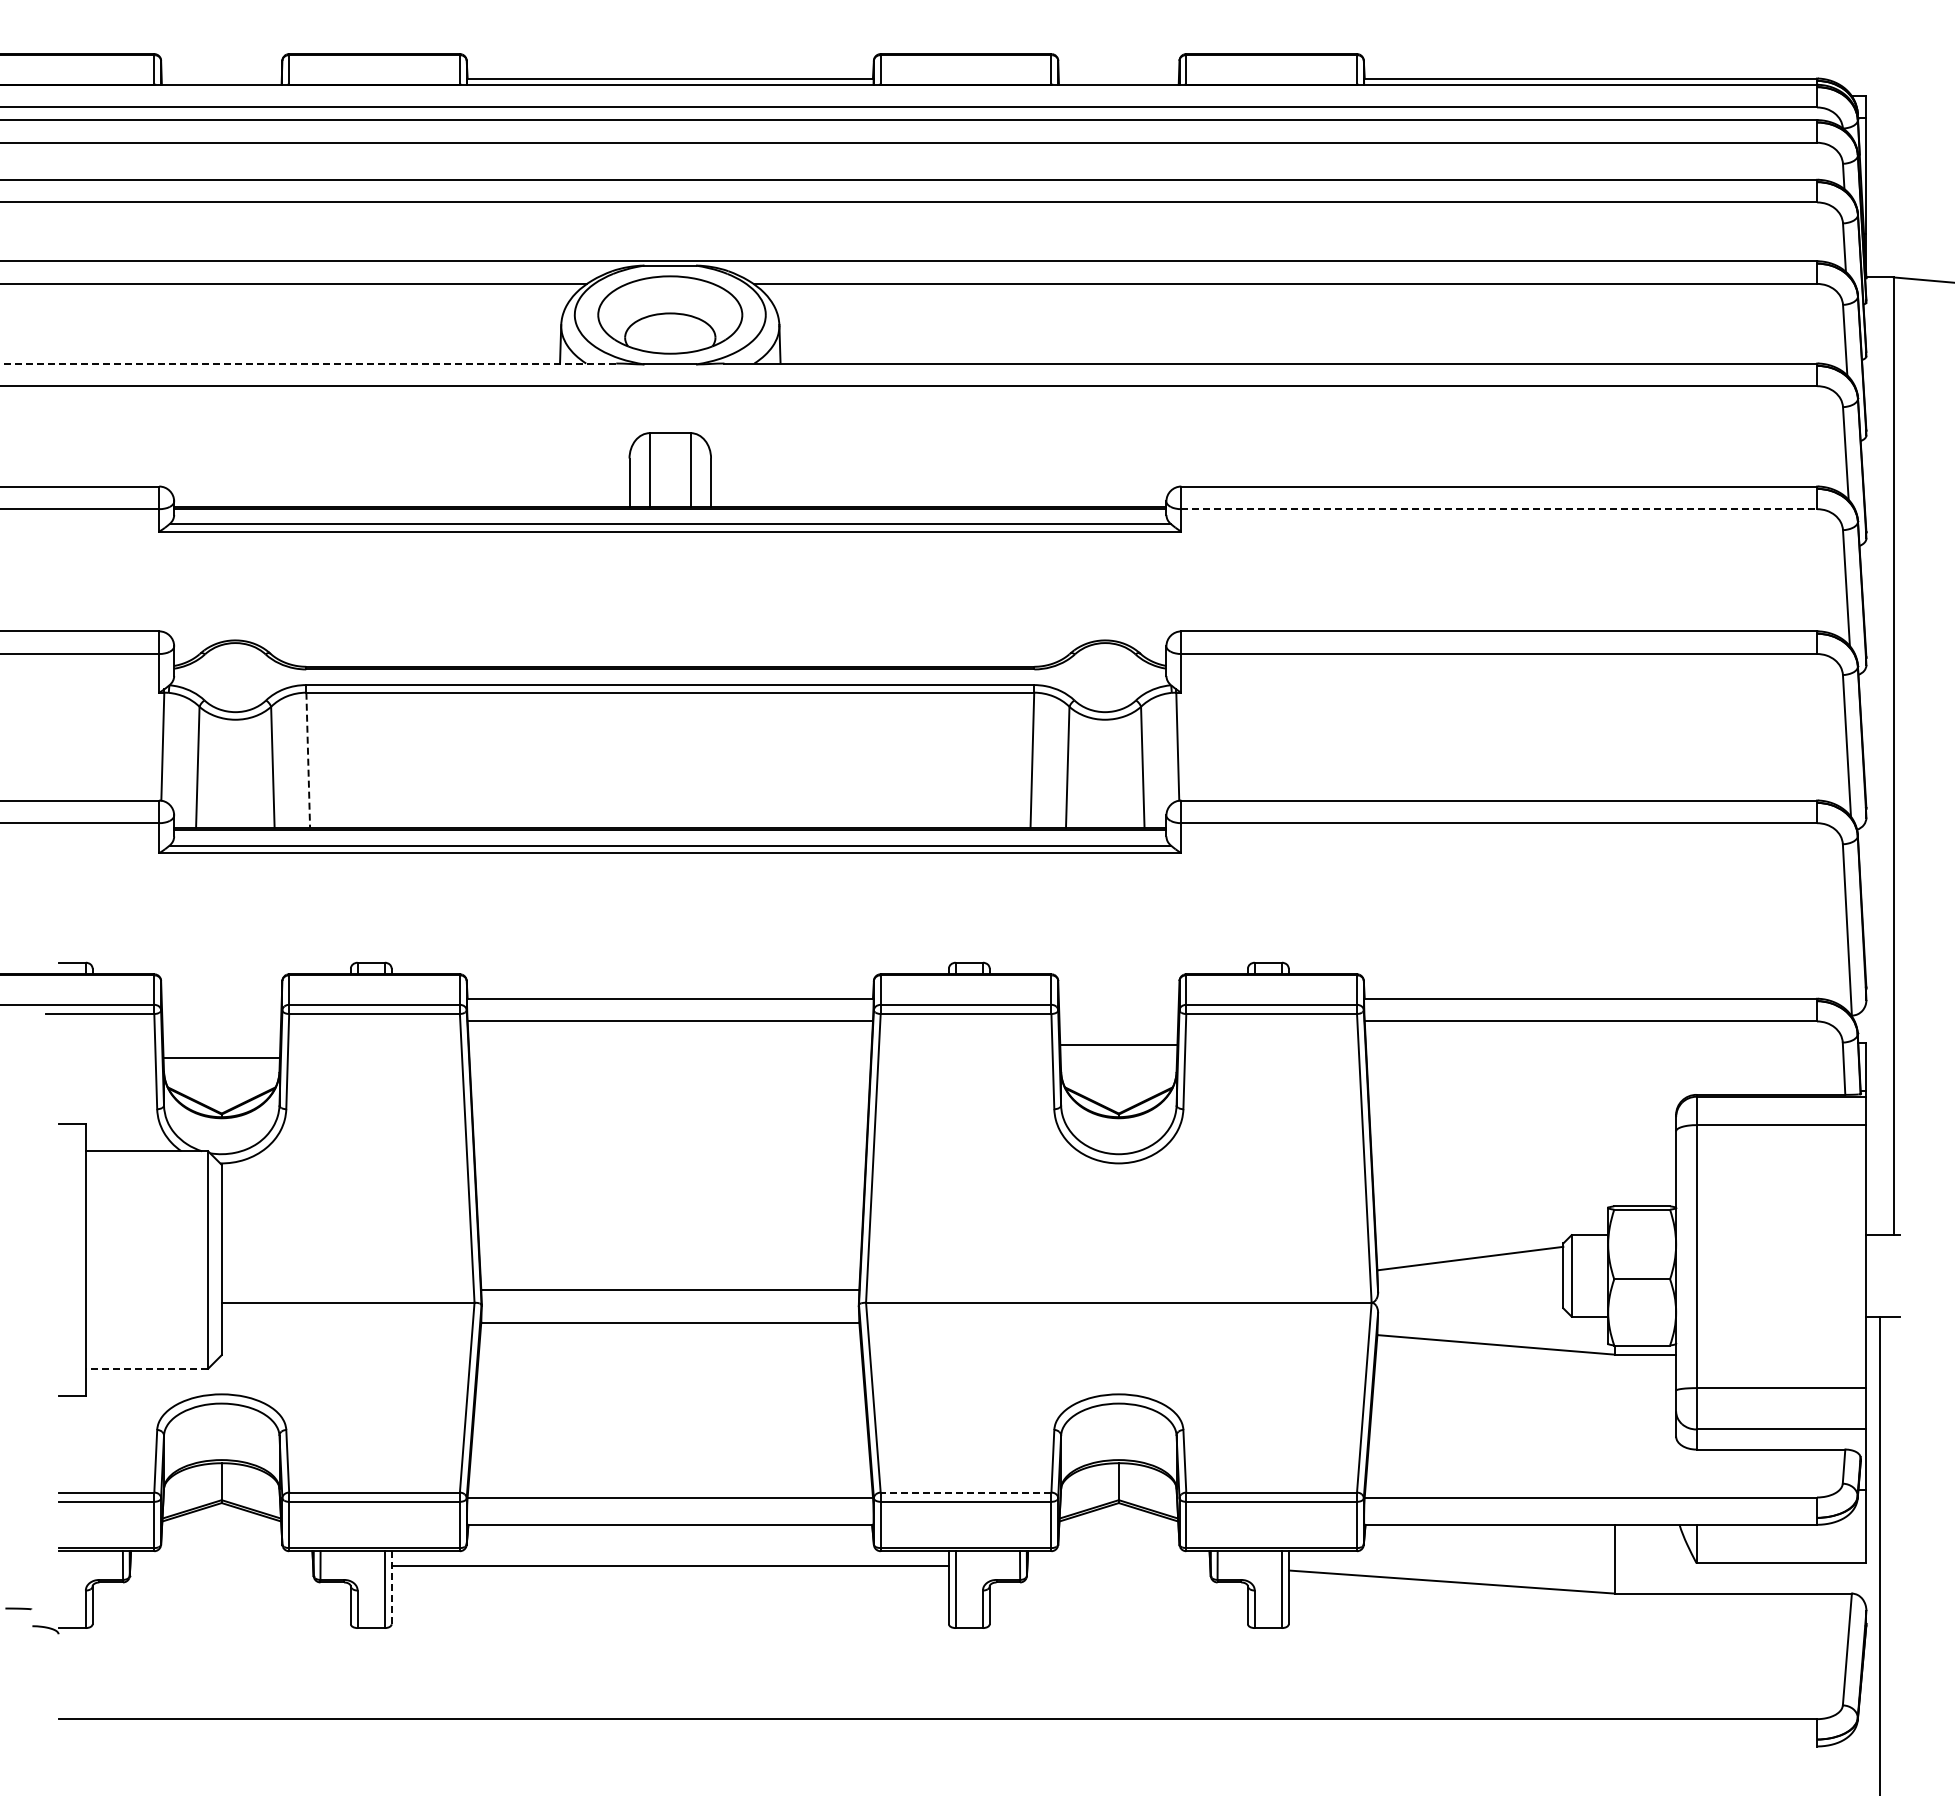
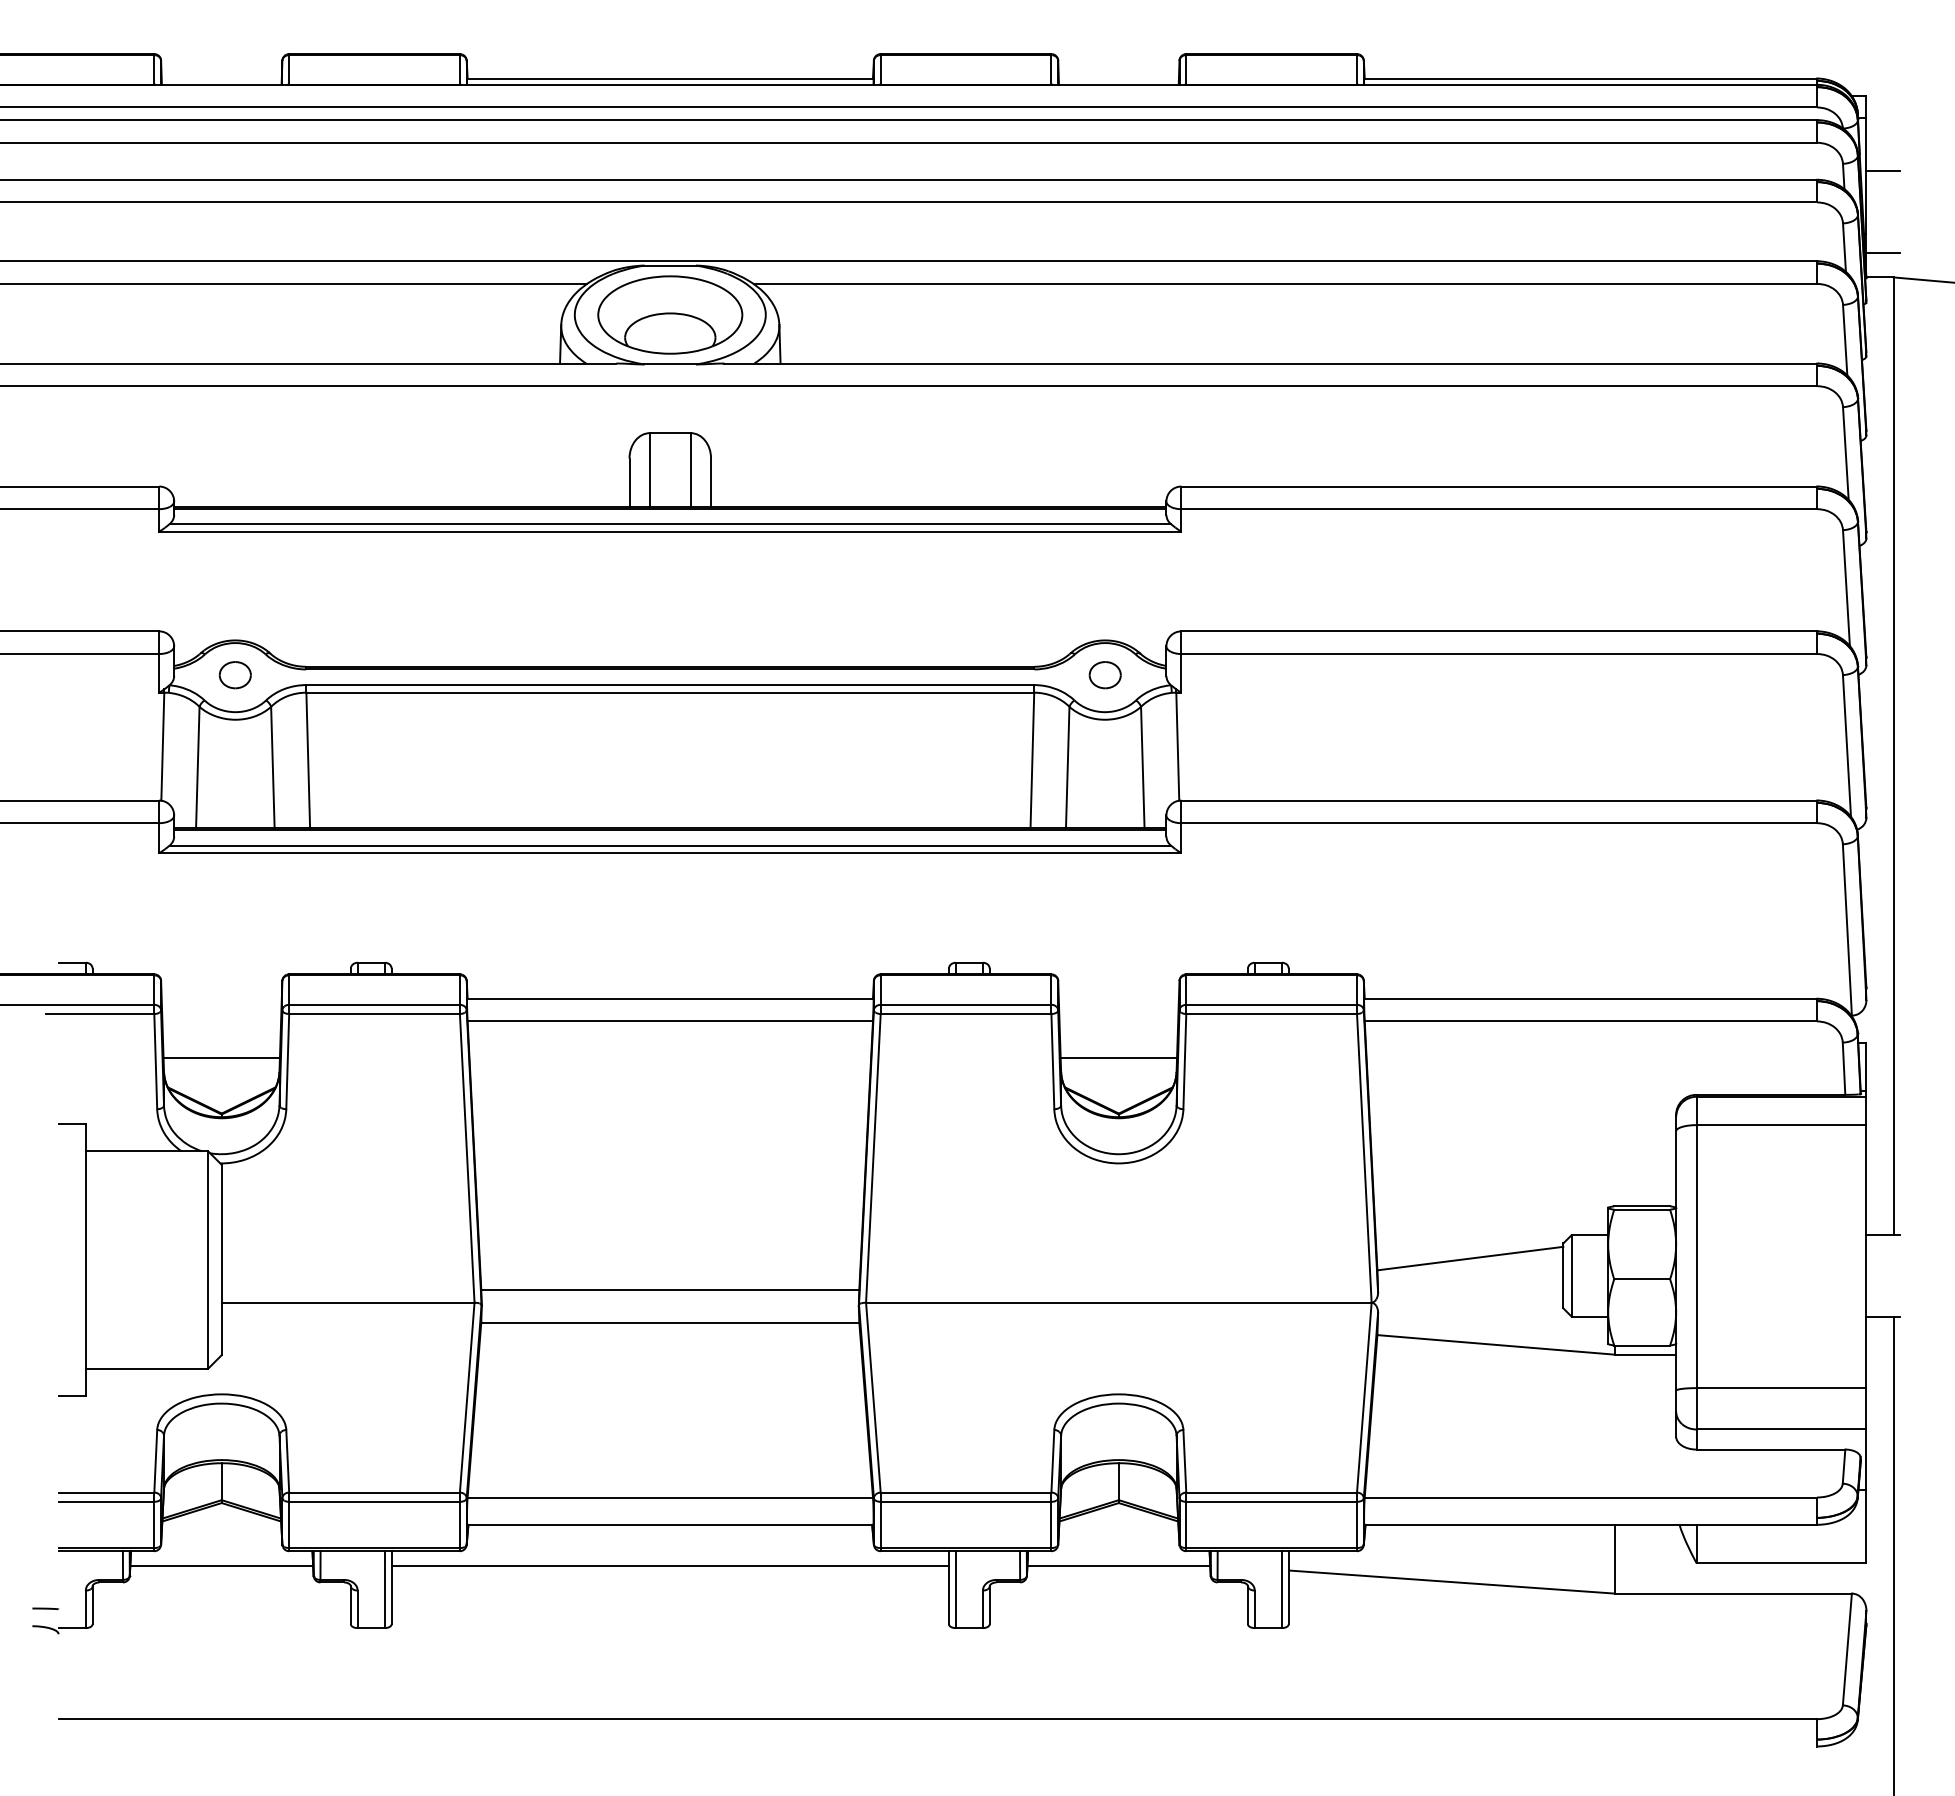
line at (1883, 171): none -> present
line at (1883, 252): none -> present
line at (308, 363): dashed -> solid
line at (1499, 509): dashed -> solid
part at (234, 675): none -> present
part at (1104, 675): none -> present
line at (308, 760): dashed -> solid
line at (1118, 1044) position: (1118, 1044) -> (1118, 1057)
line at (146, 1368): dashed -> solid
line at (965, 1492): dashed -> solid
line at (1879, 1554) position: (1879, 1554) -> (1893, 1554)
line at (221, 1566): none -> present
line at (1118, 1566): none -> present
line at (391, 1587): dashed -> solid
line at (18, 1608) position: (18, 1608) -> (45, 1608)
